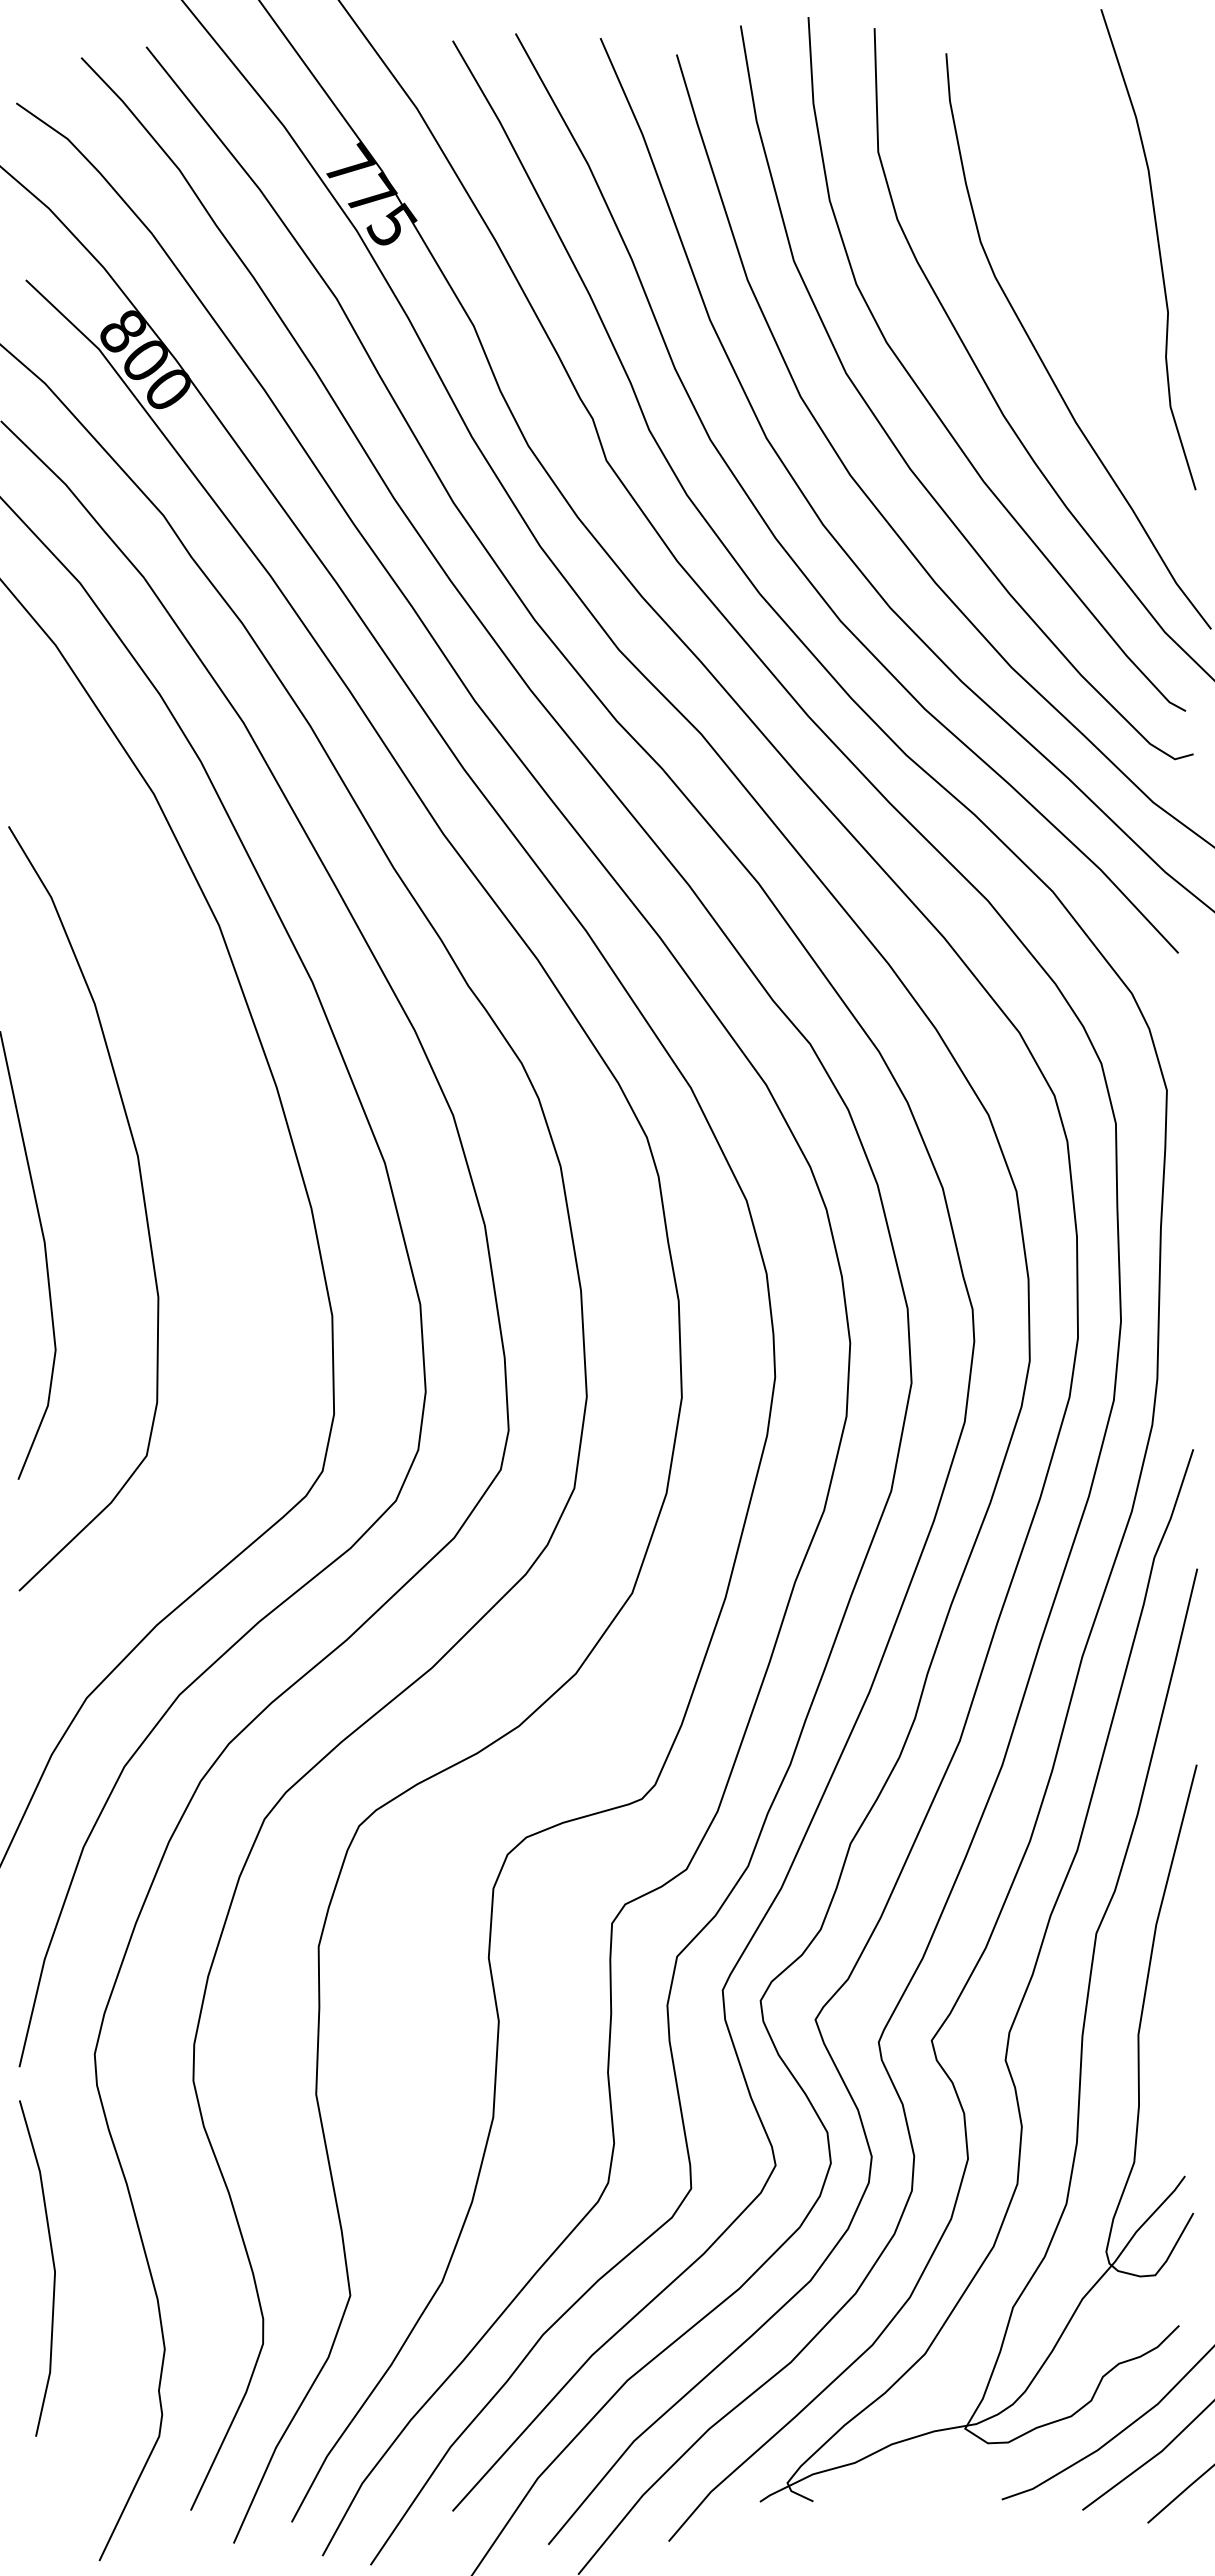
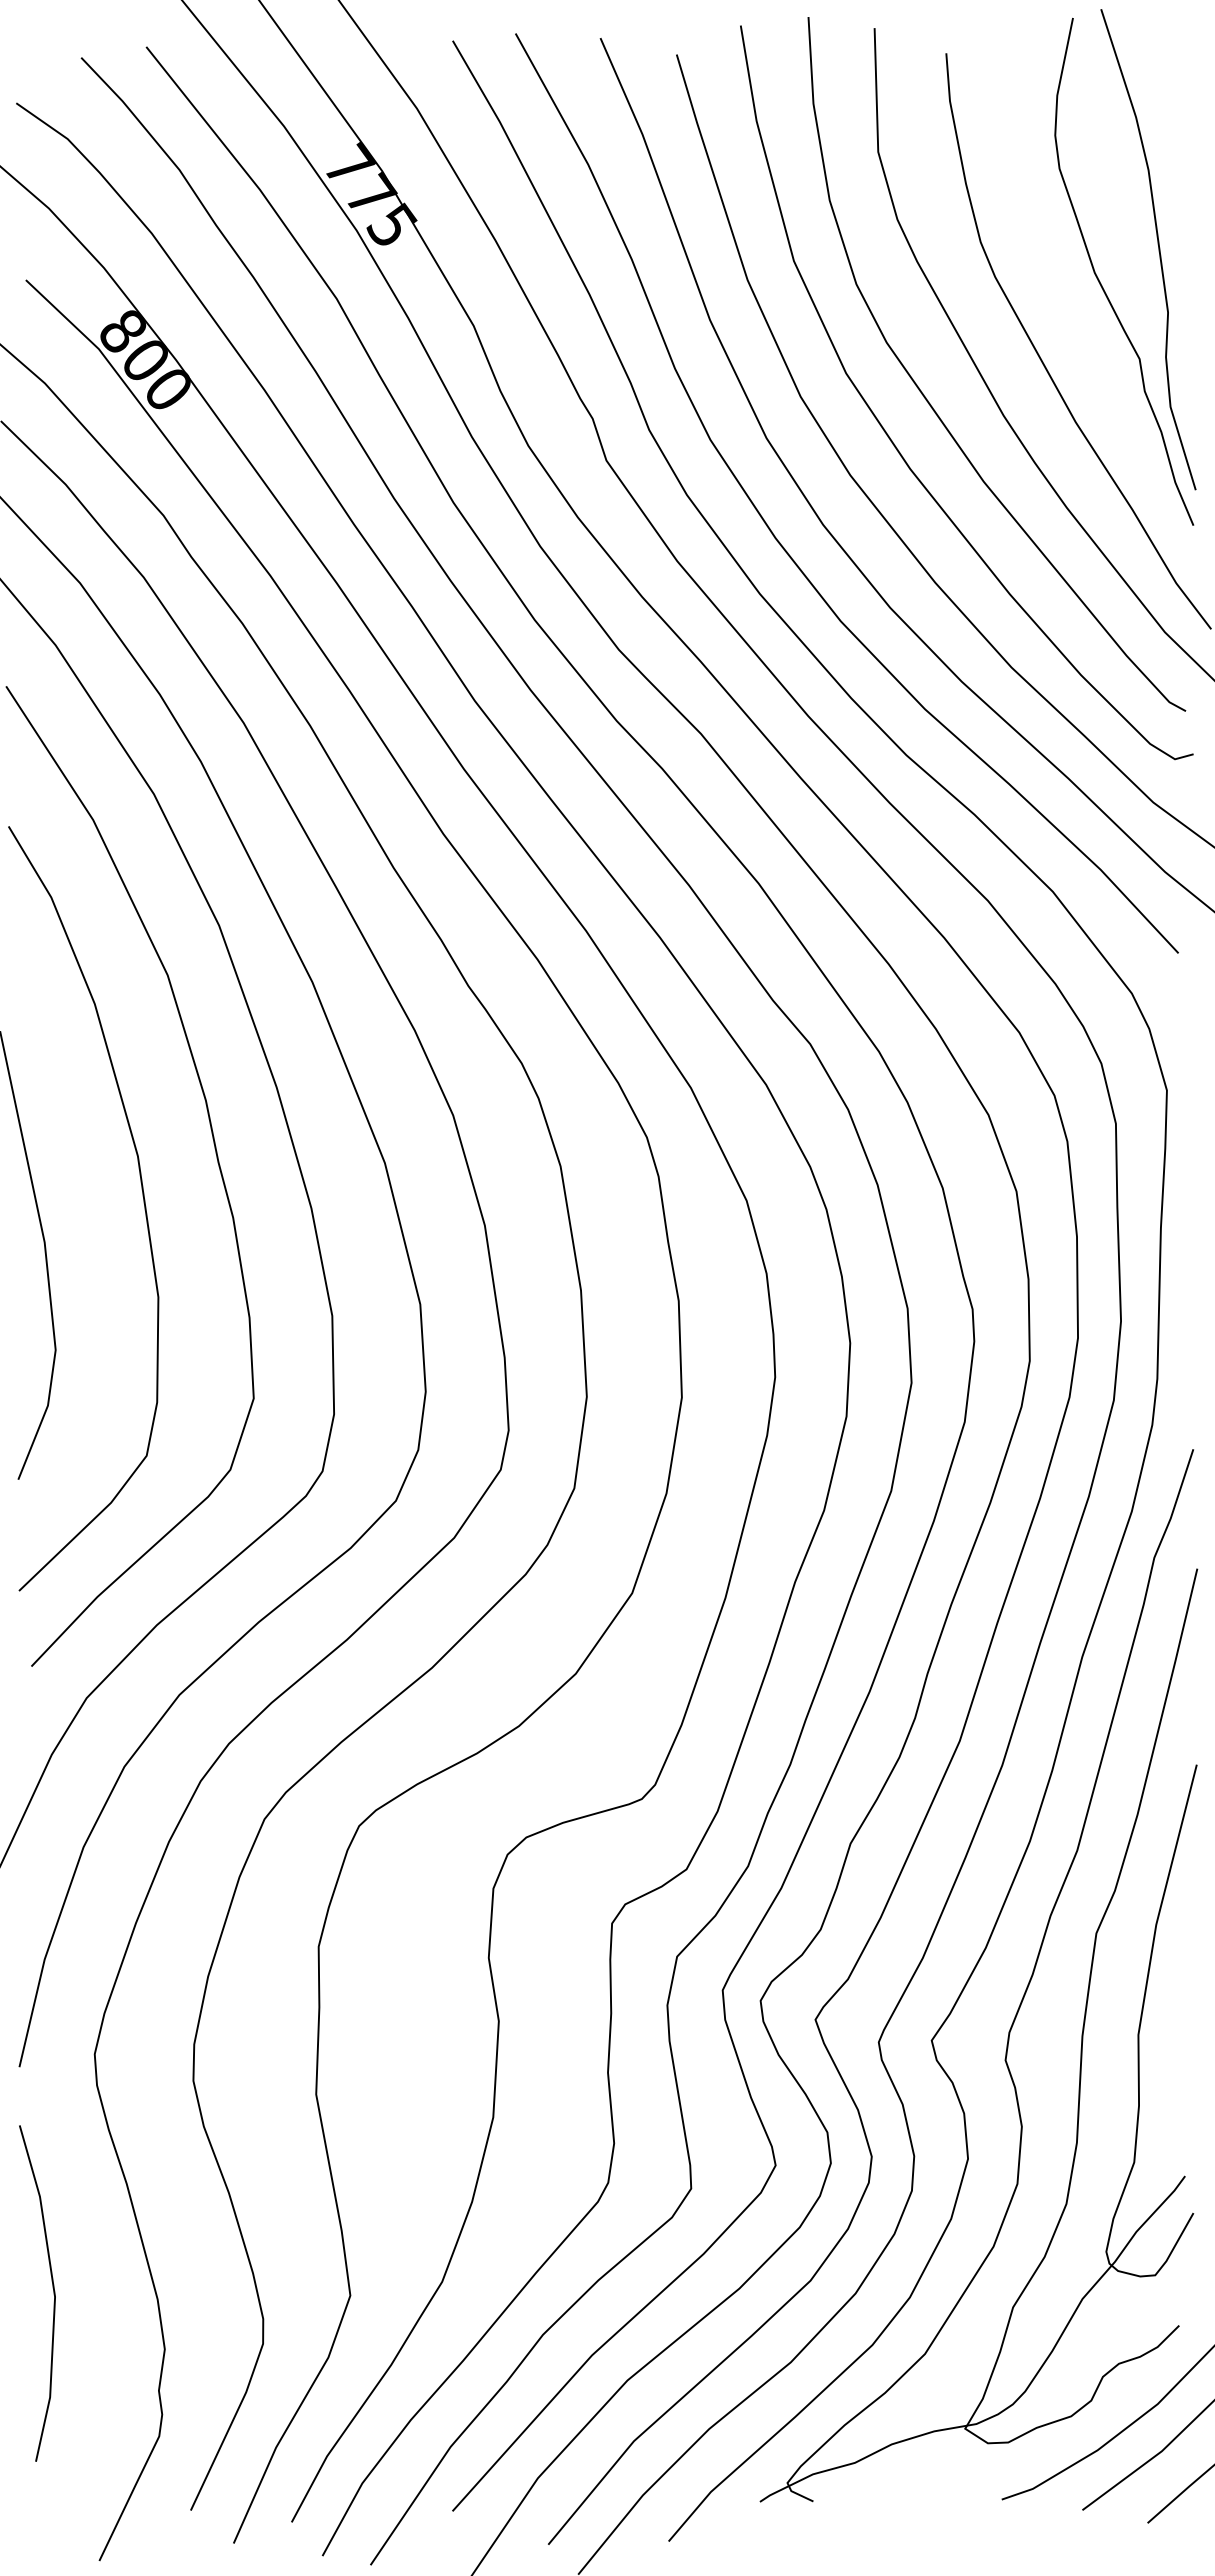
curve at (1101, 283): none -> present
curve at (216, 1158): none -> present
line at (52, 2263) position: (52, 2263) -> (52, 2288)
